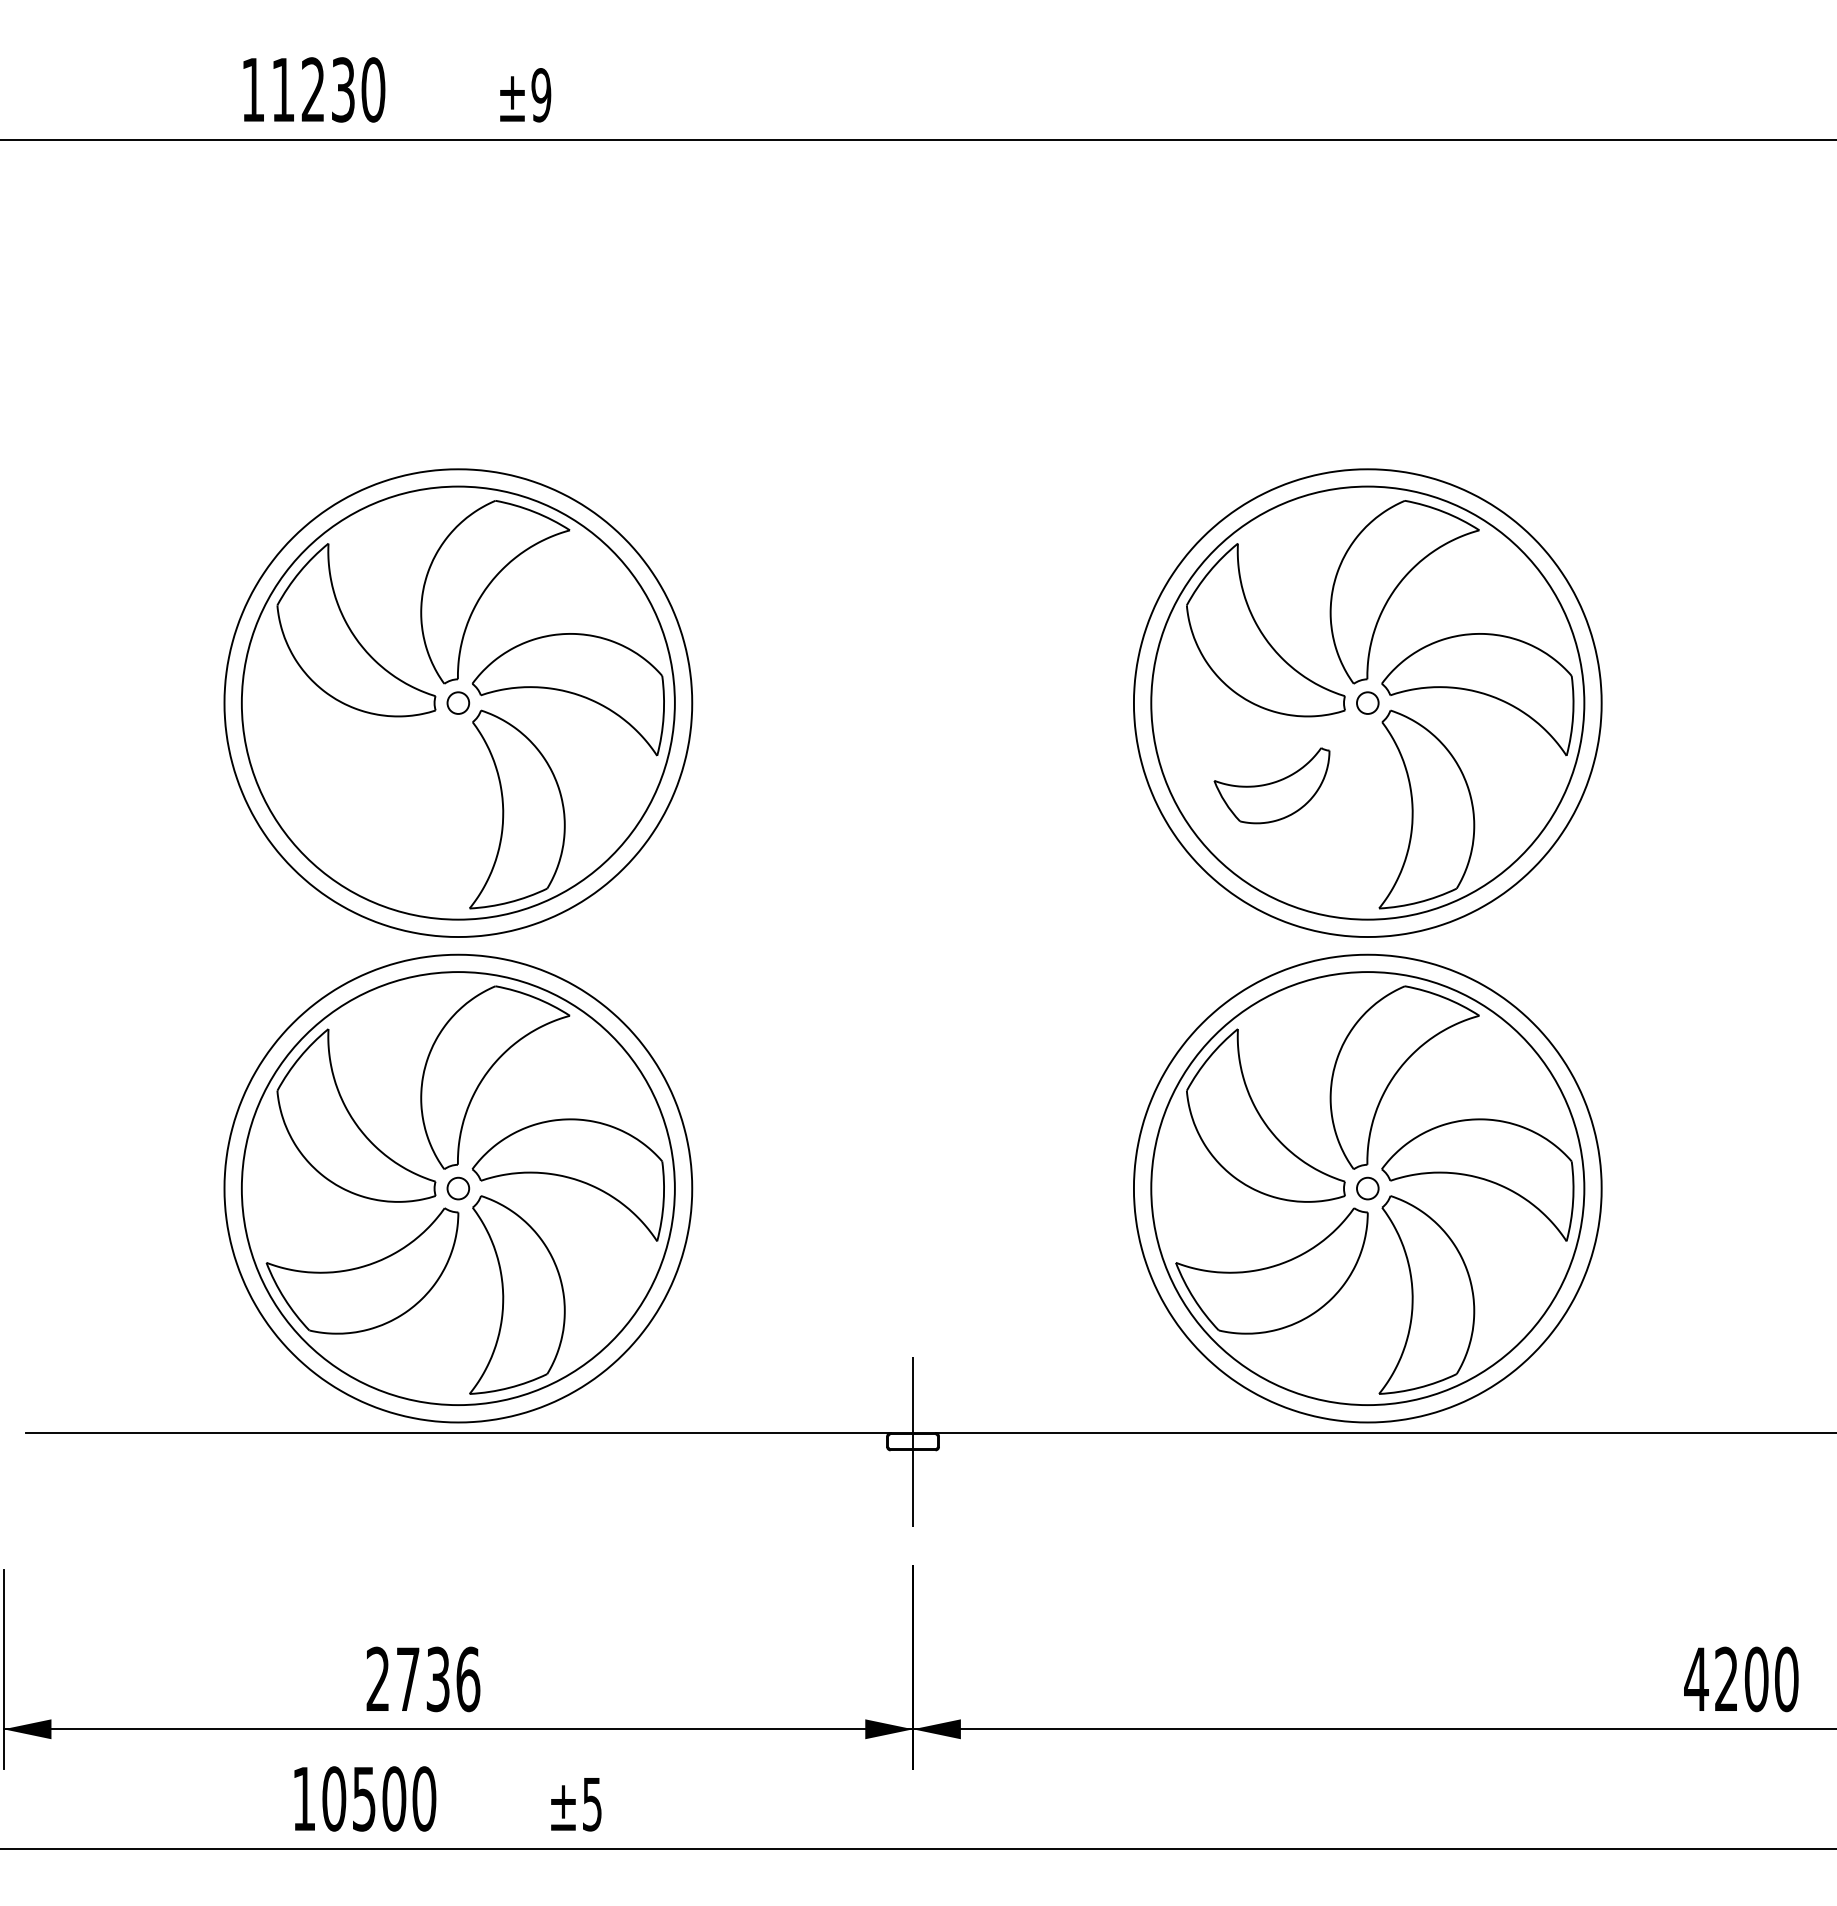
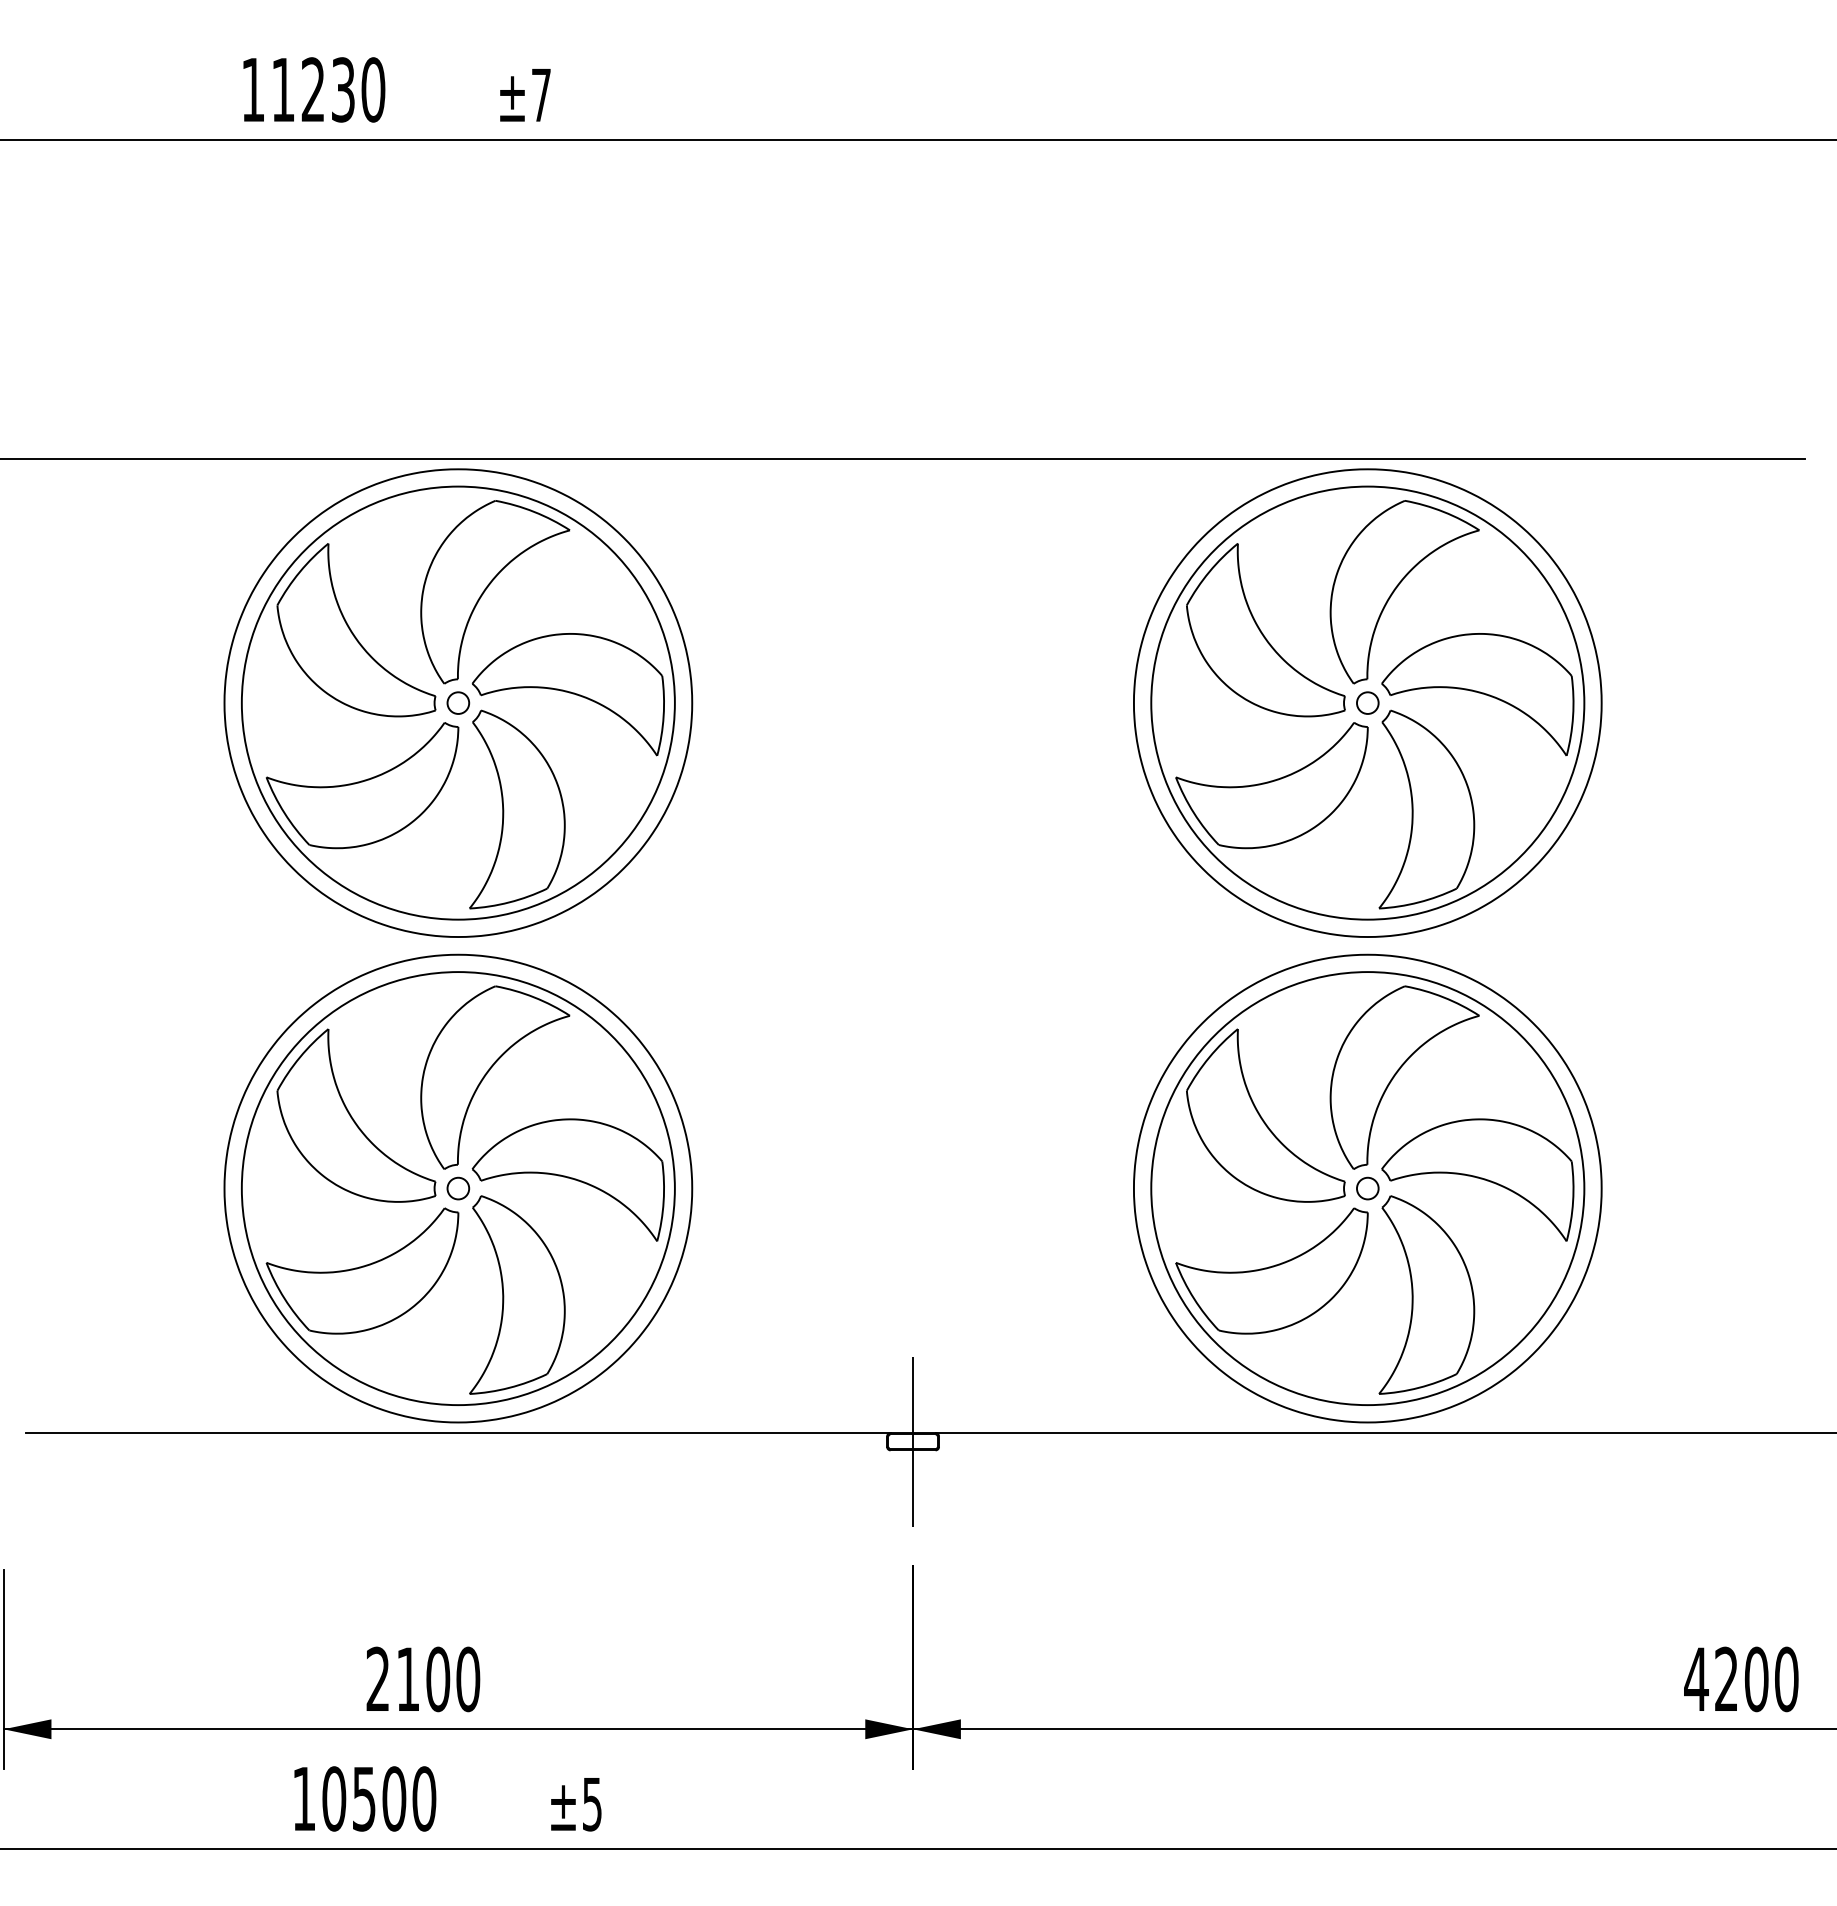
text at (541, 95): ±9 -> ±7
line at (903, 458): none -> present
part at (362, 785): none -> present
part at (1271, 785) size: 118x78 px -> 194x128 px
text at (438, 1679): 2736 -> 2100
